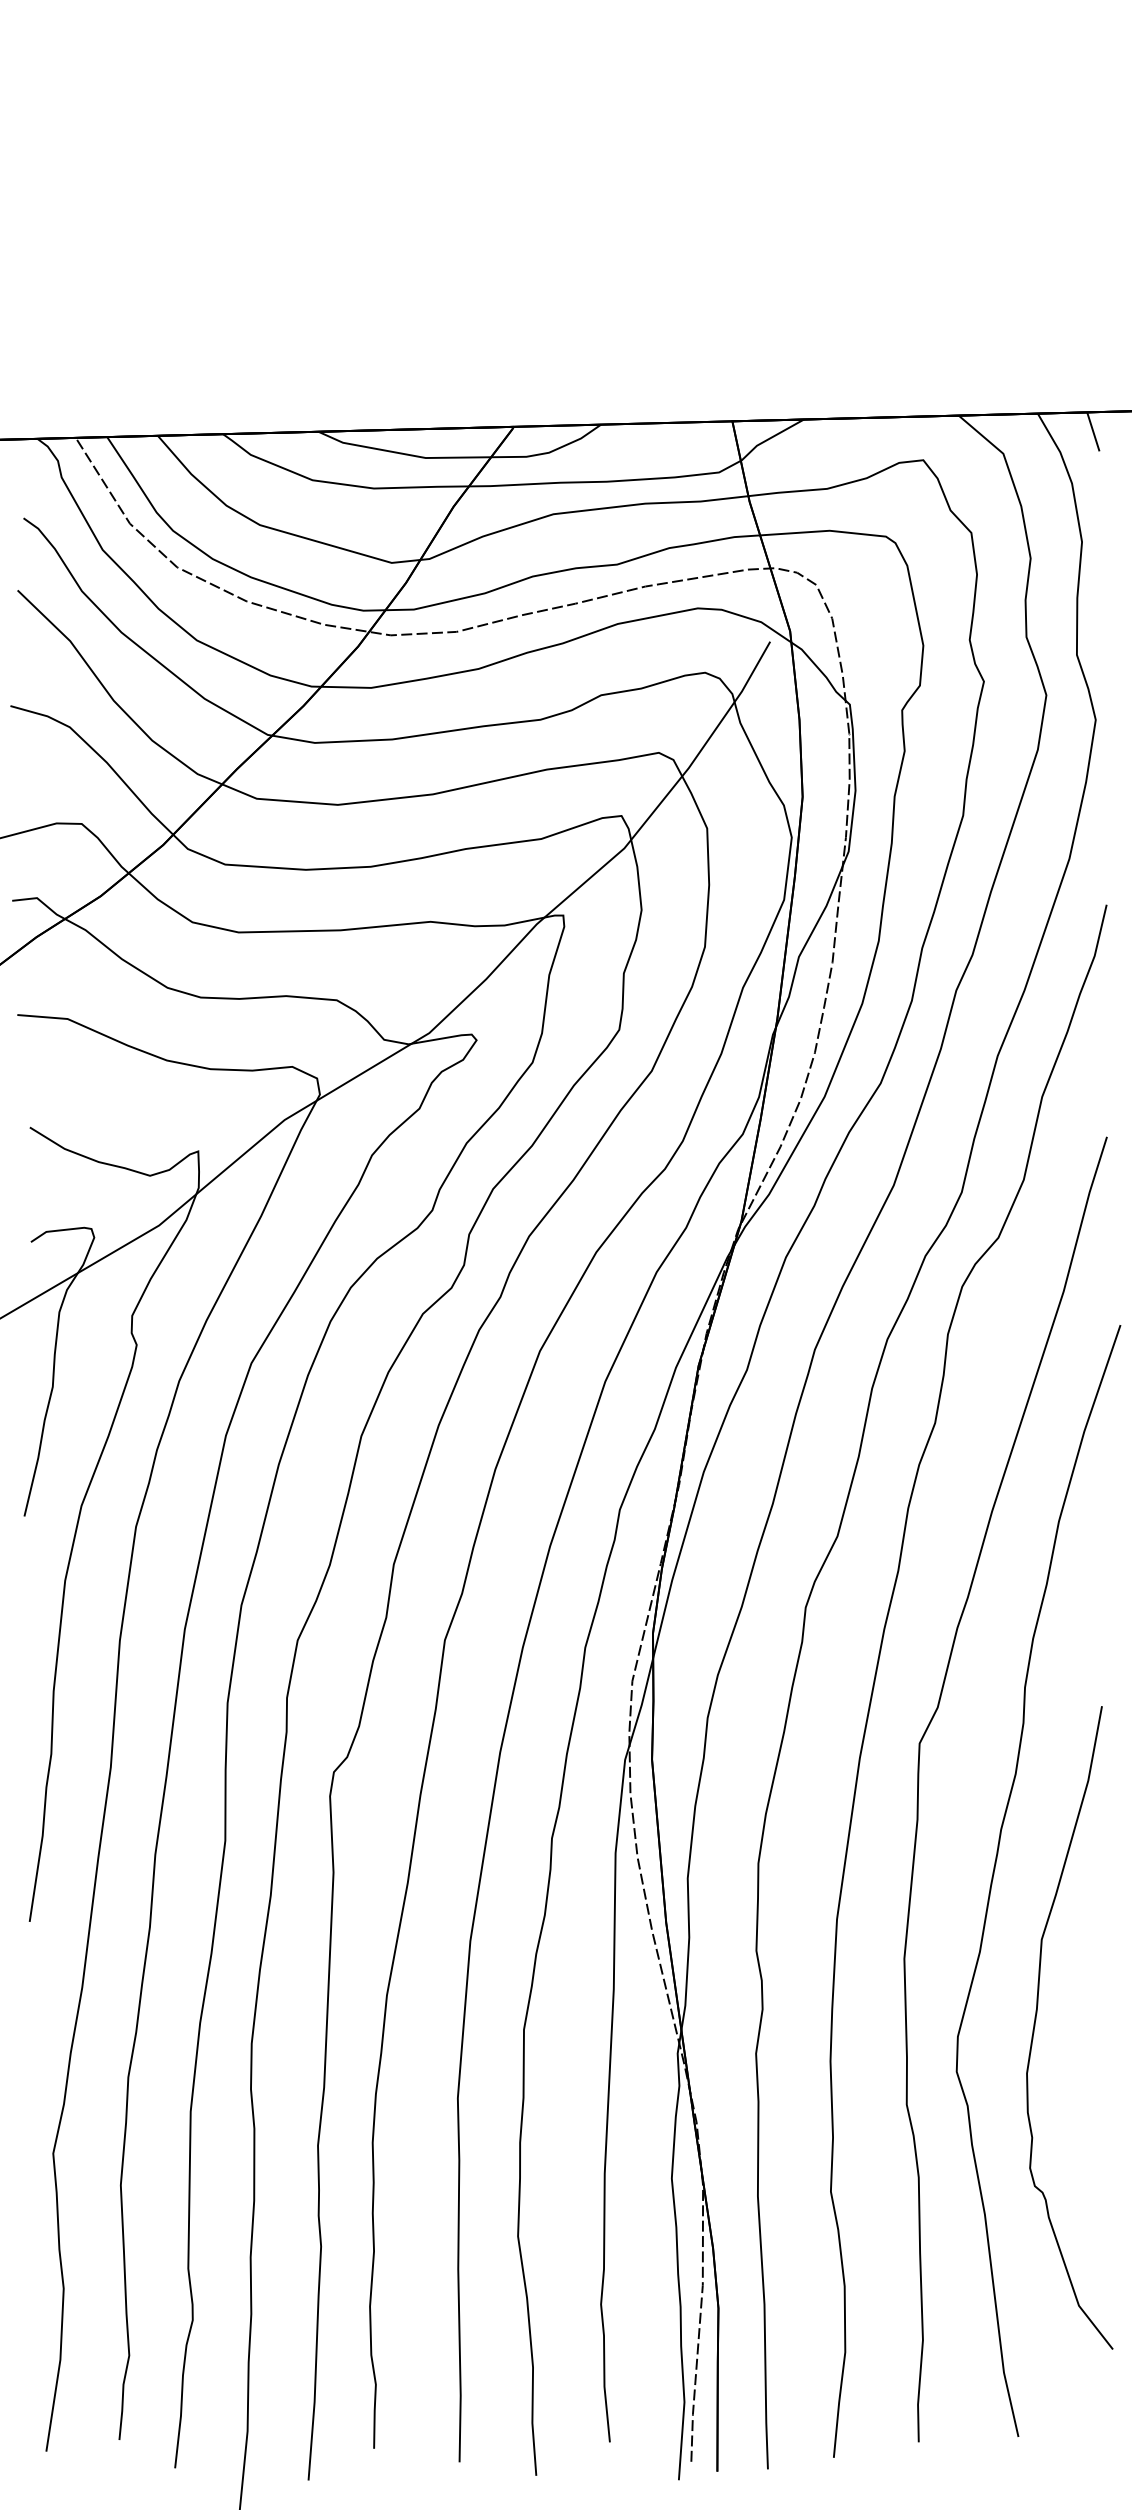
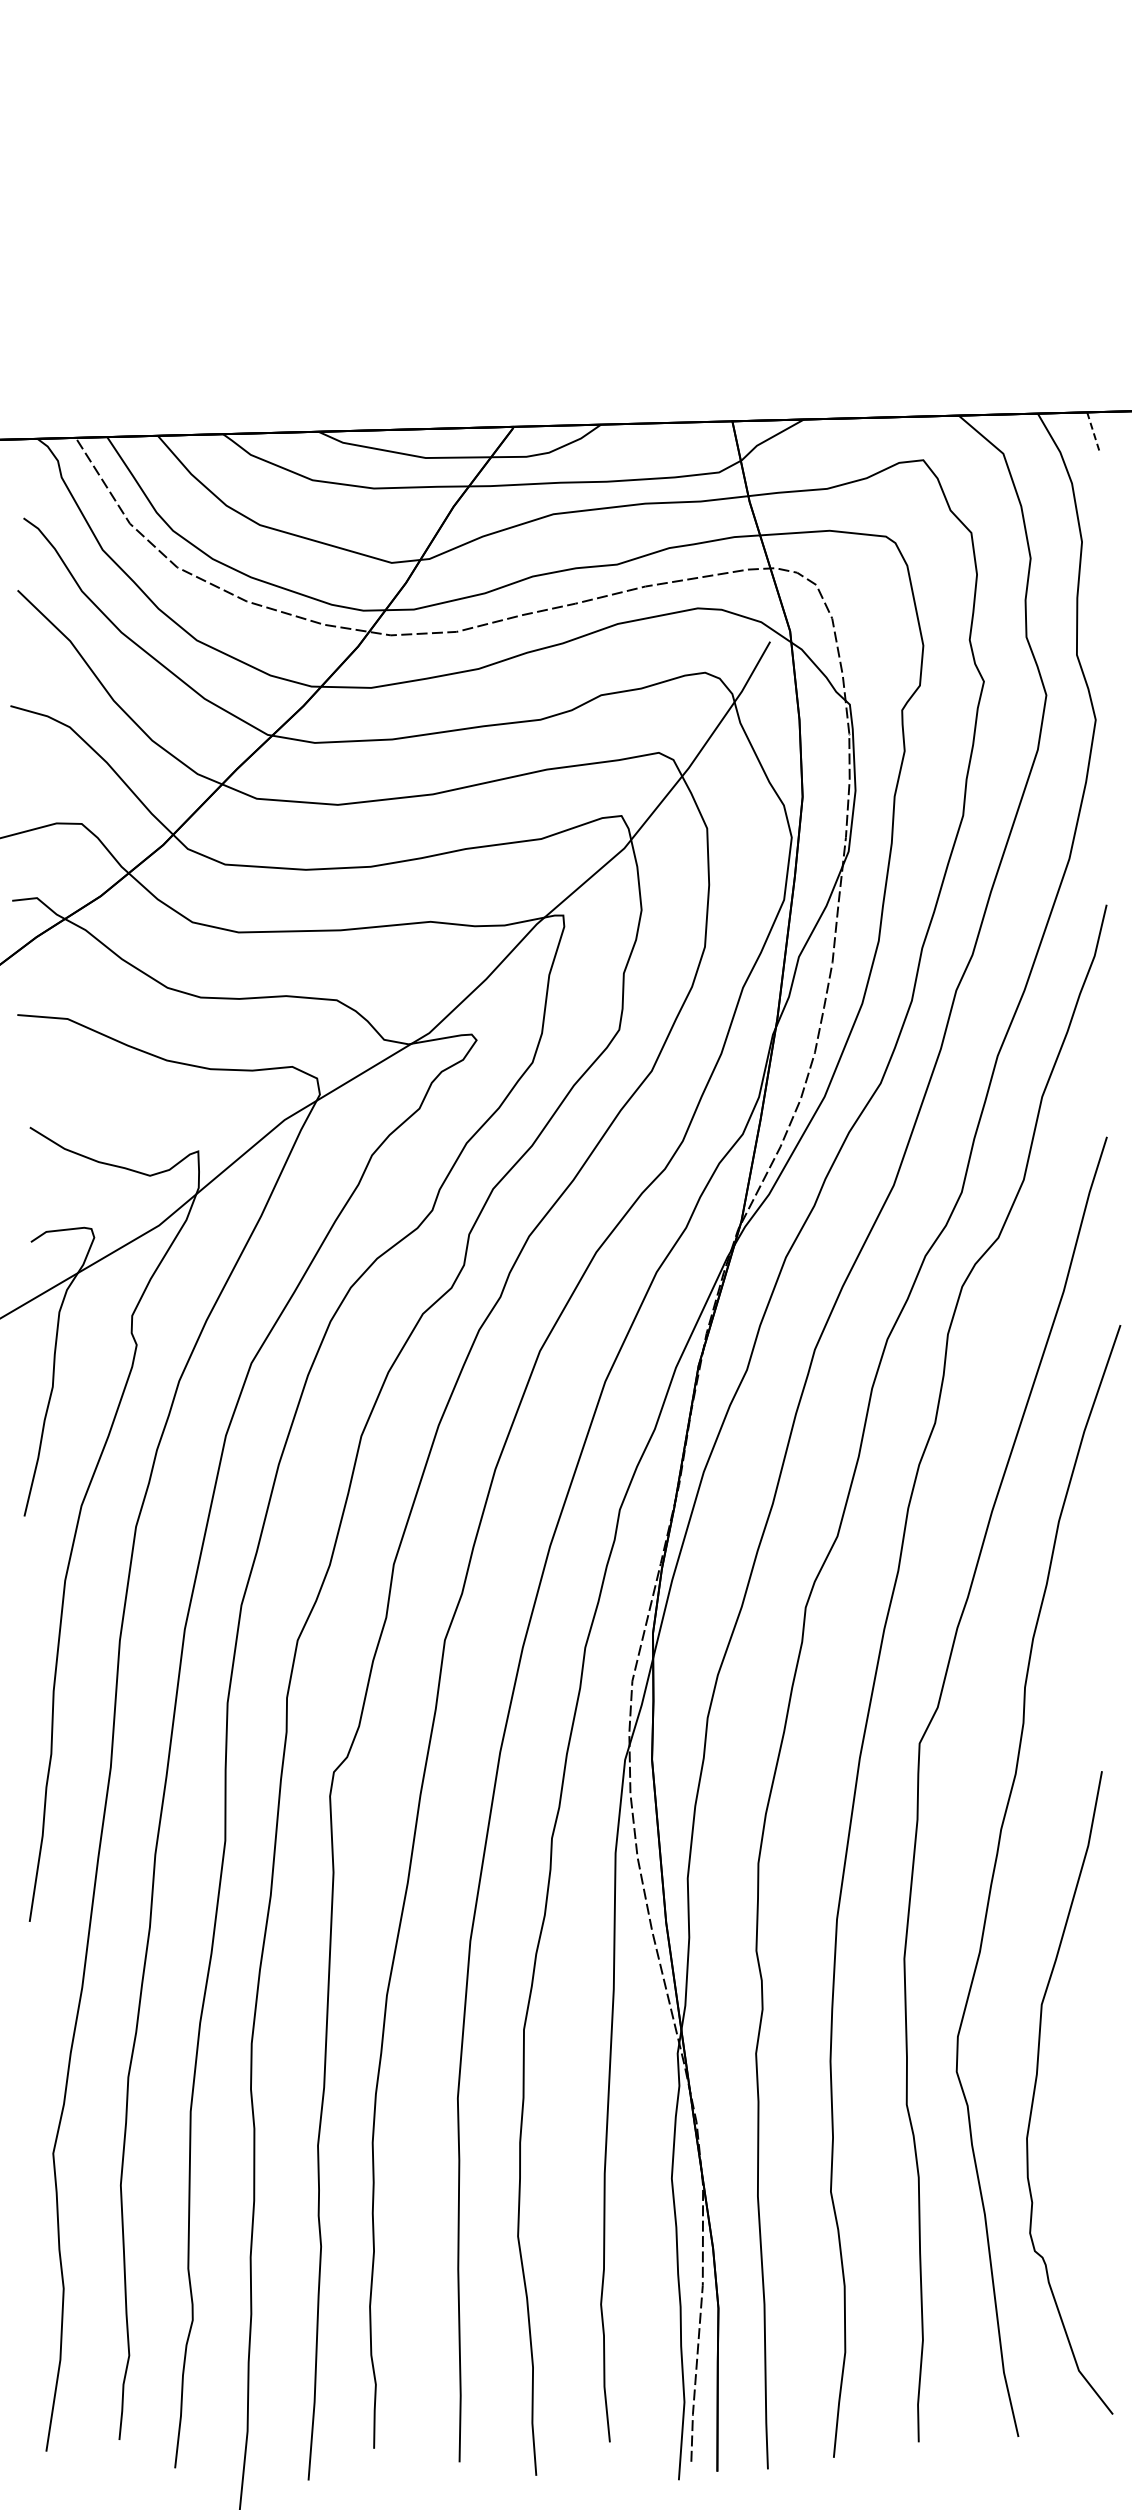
line at (1093, 432): solid -> dashed
curve at (1036, 2020) position: (1036, 2020) -> (1036, 2085)
